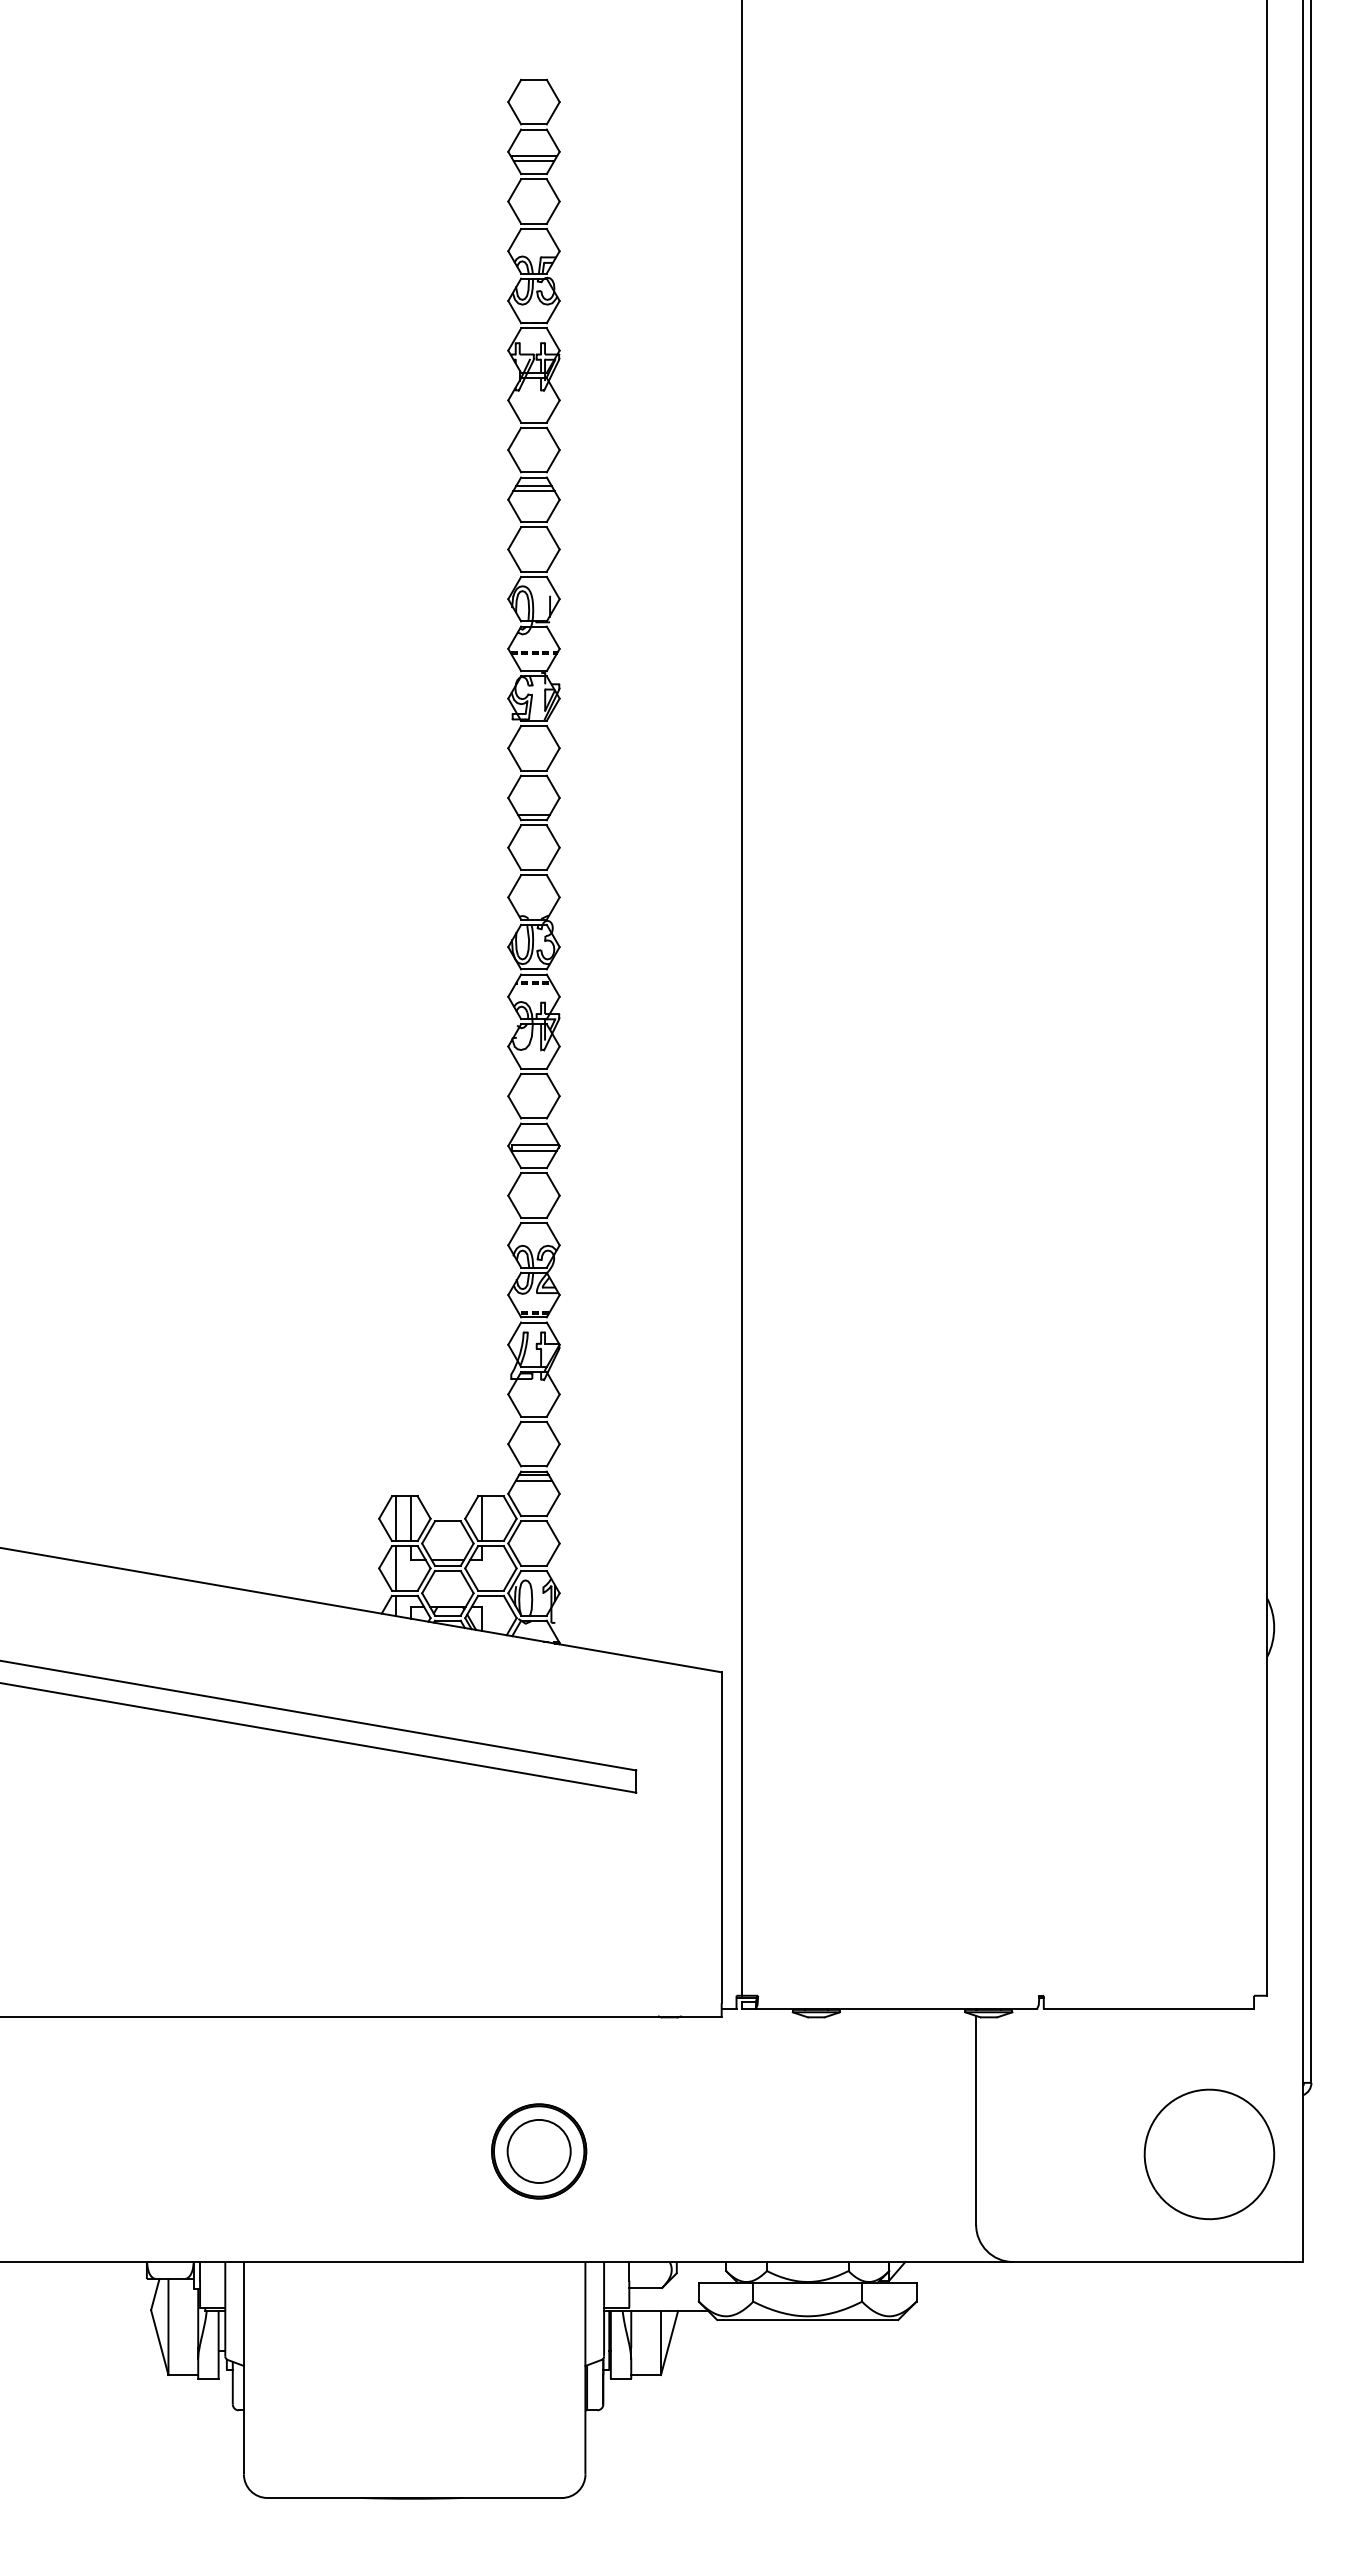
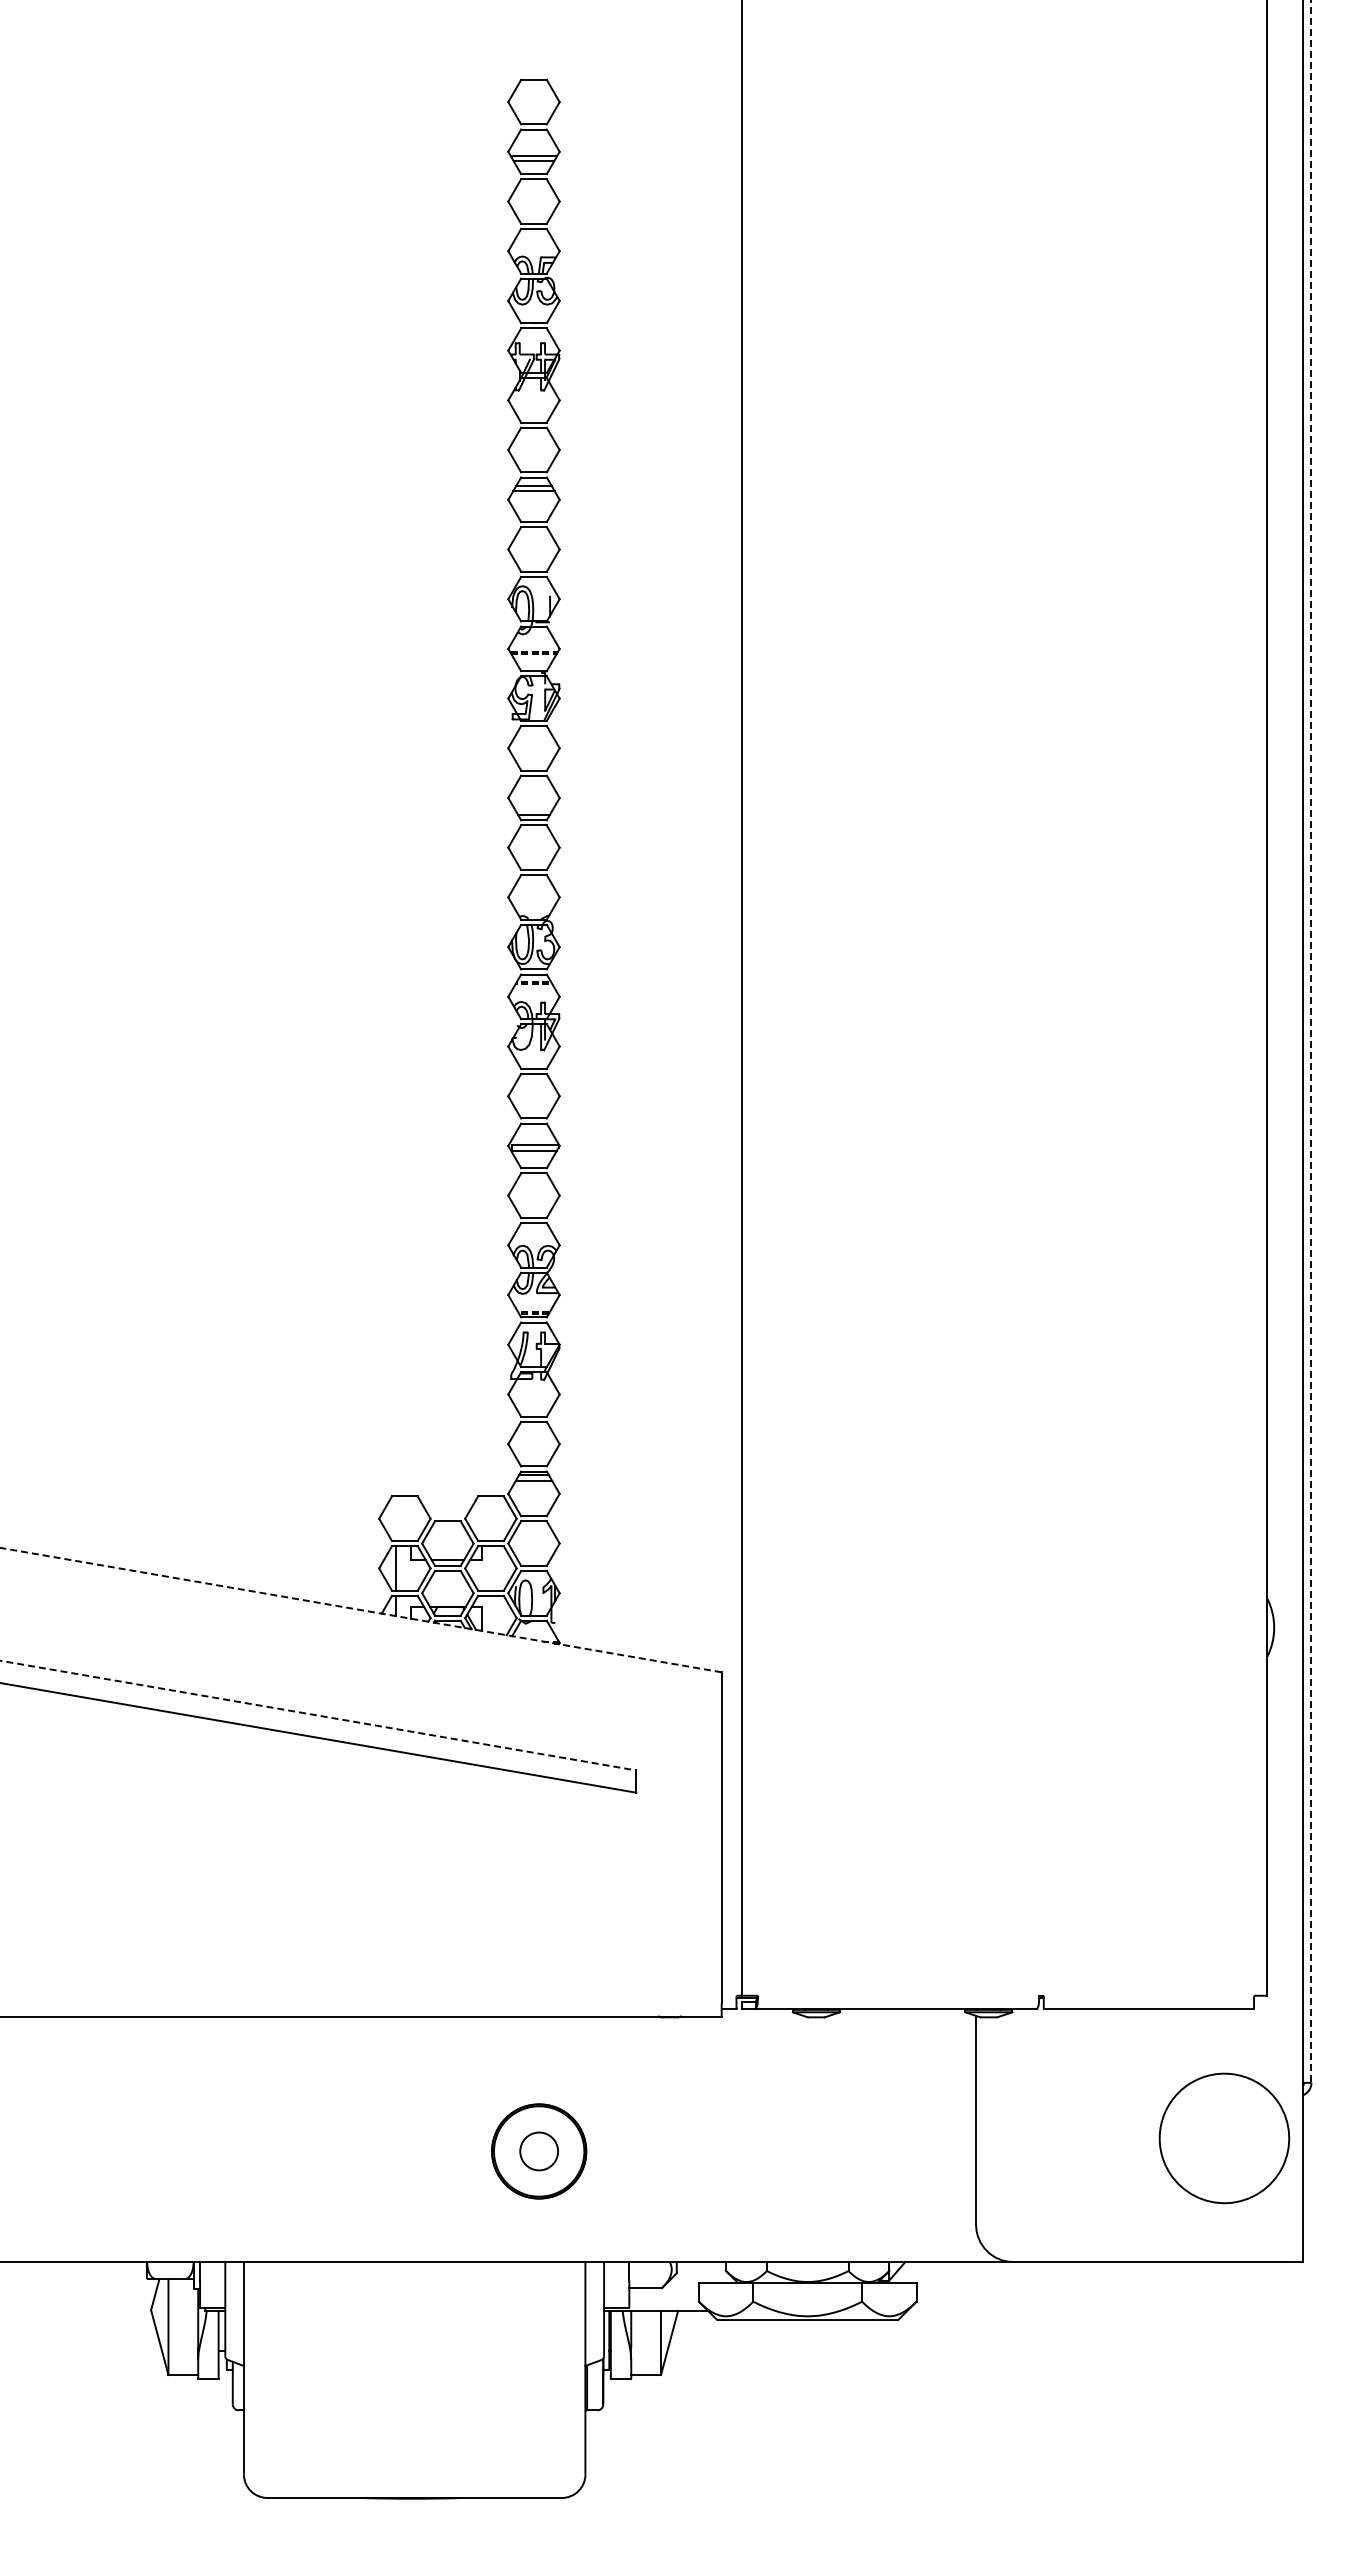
line at (1311, 1041): solid -> dashed
line at (396, 1518): present -> none
line at (410, 1518): present -> none
line at (481, 1518): present -> none
line at (361, 1610): solid -> dashed
line at (319, 1715): solid -> dashed
circle at (538, 2151) diameter: 63 px -> 38 px
part at (1209, 2154) position: (1209, 2154) -> (1224, 2138)
